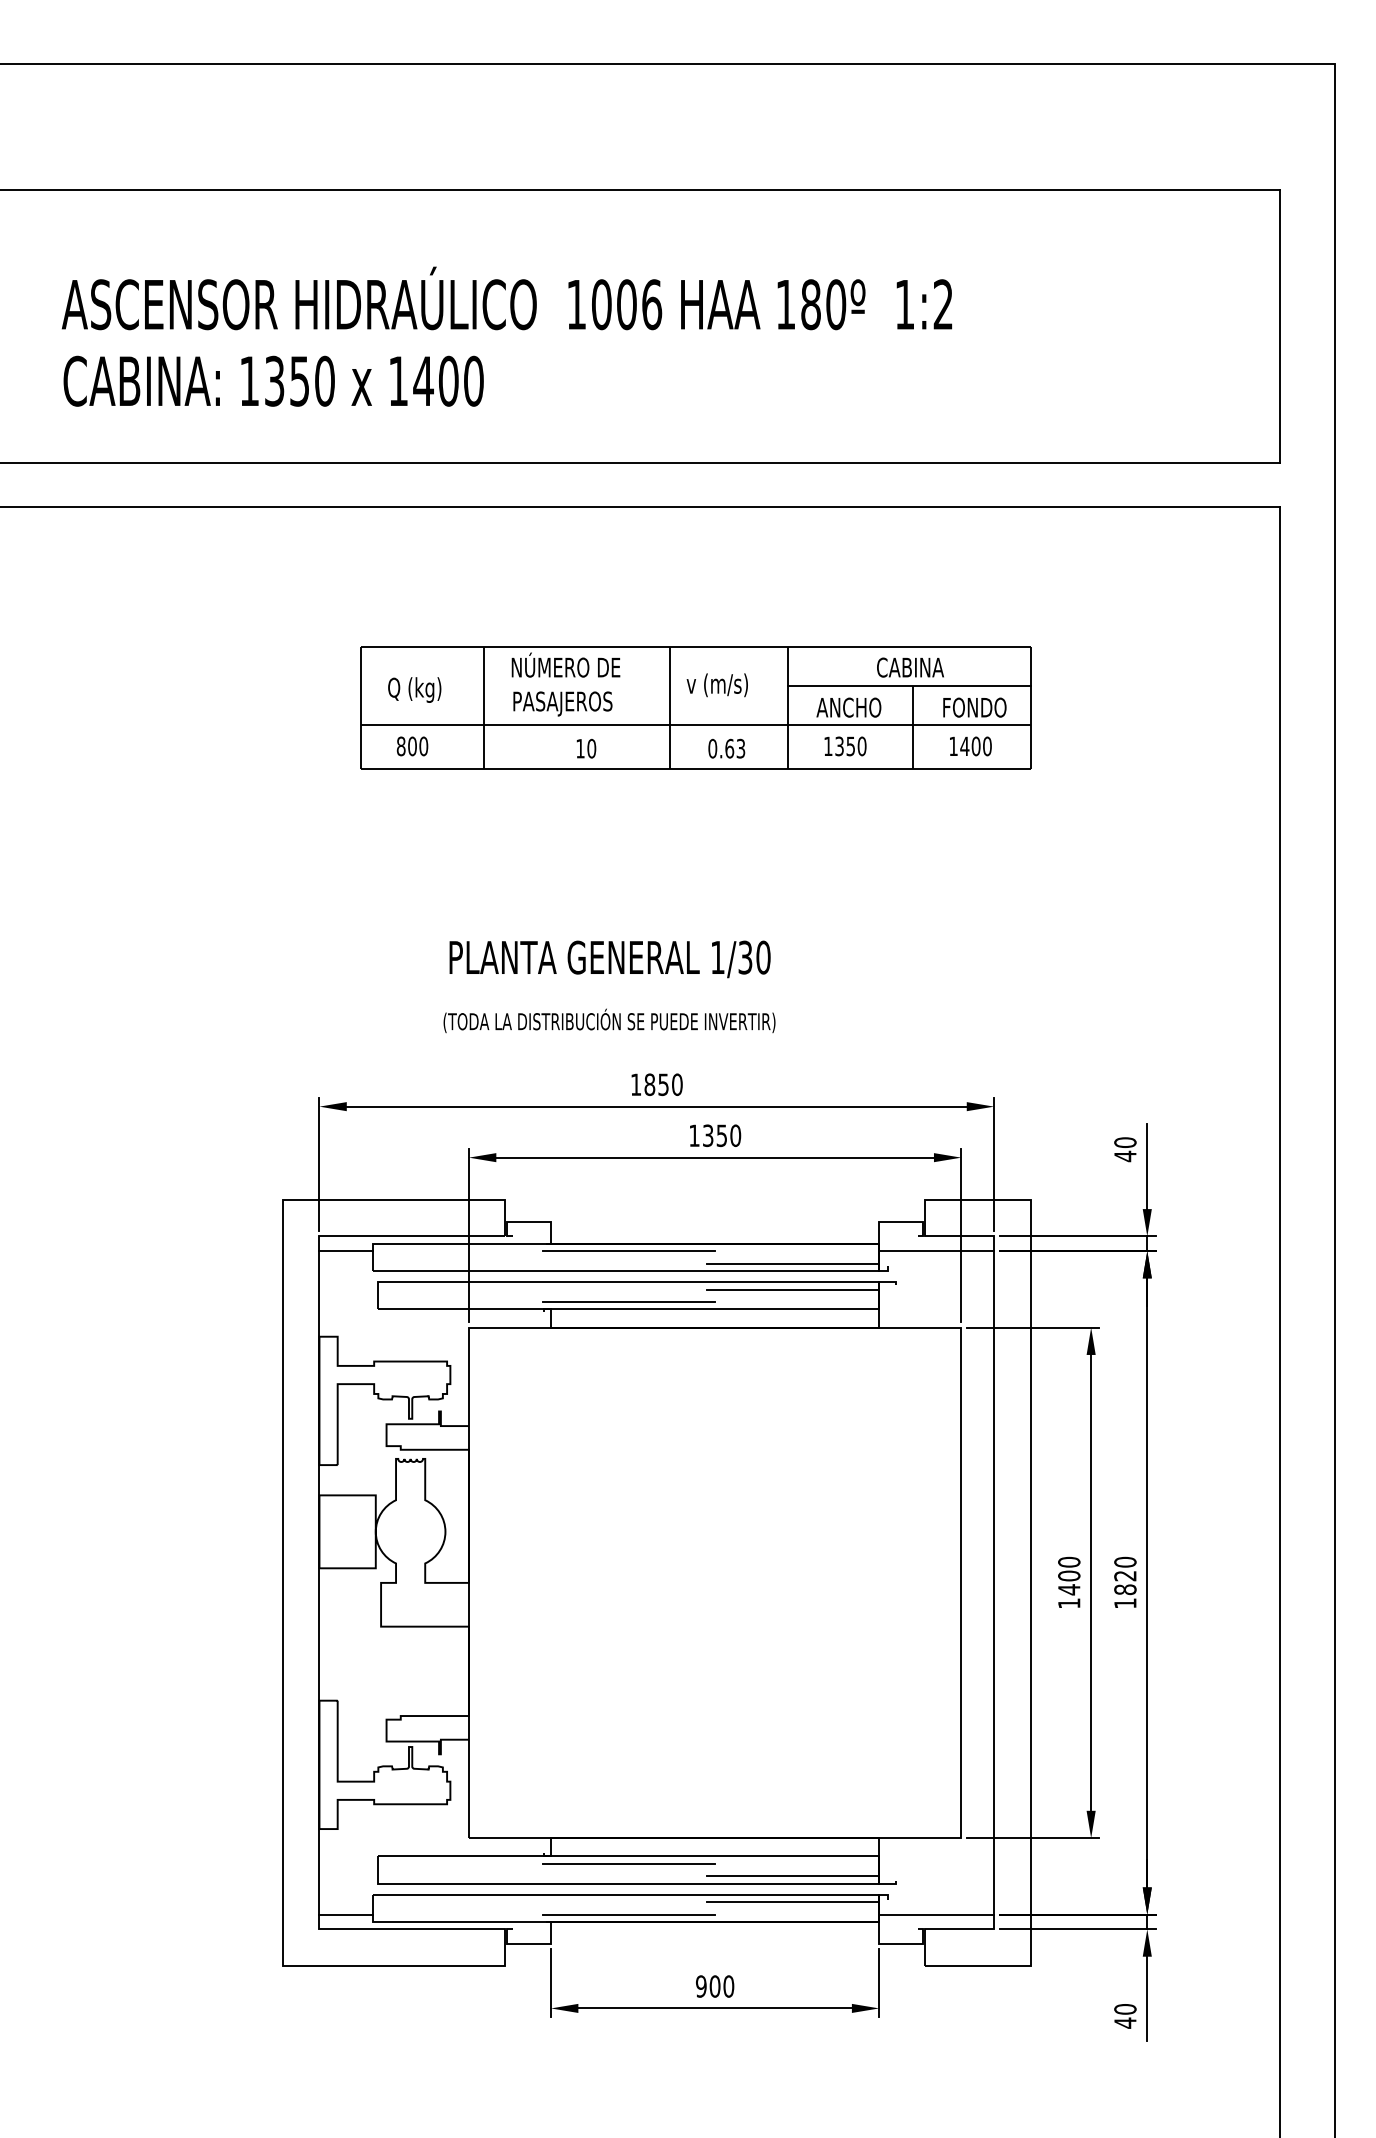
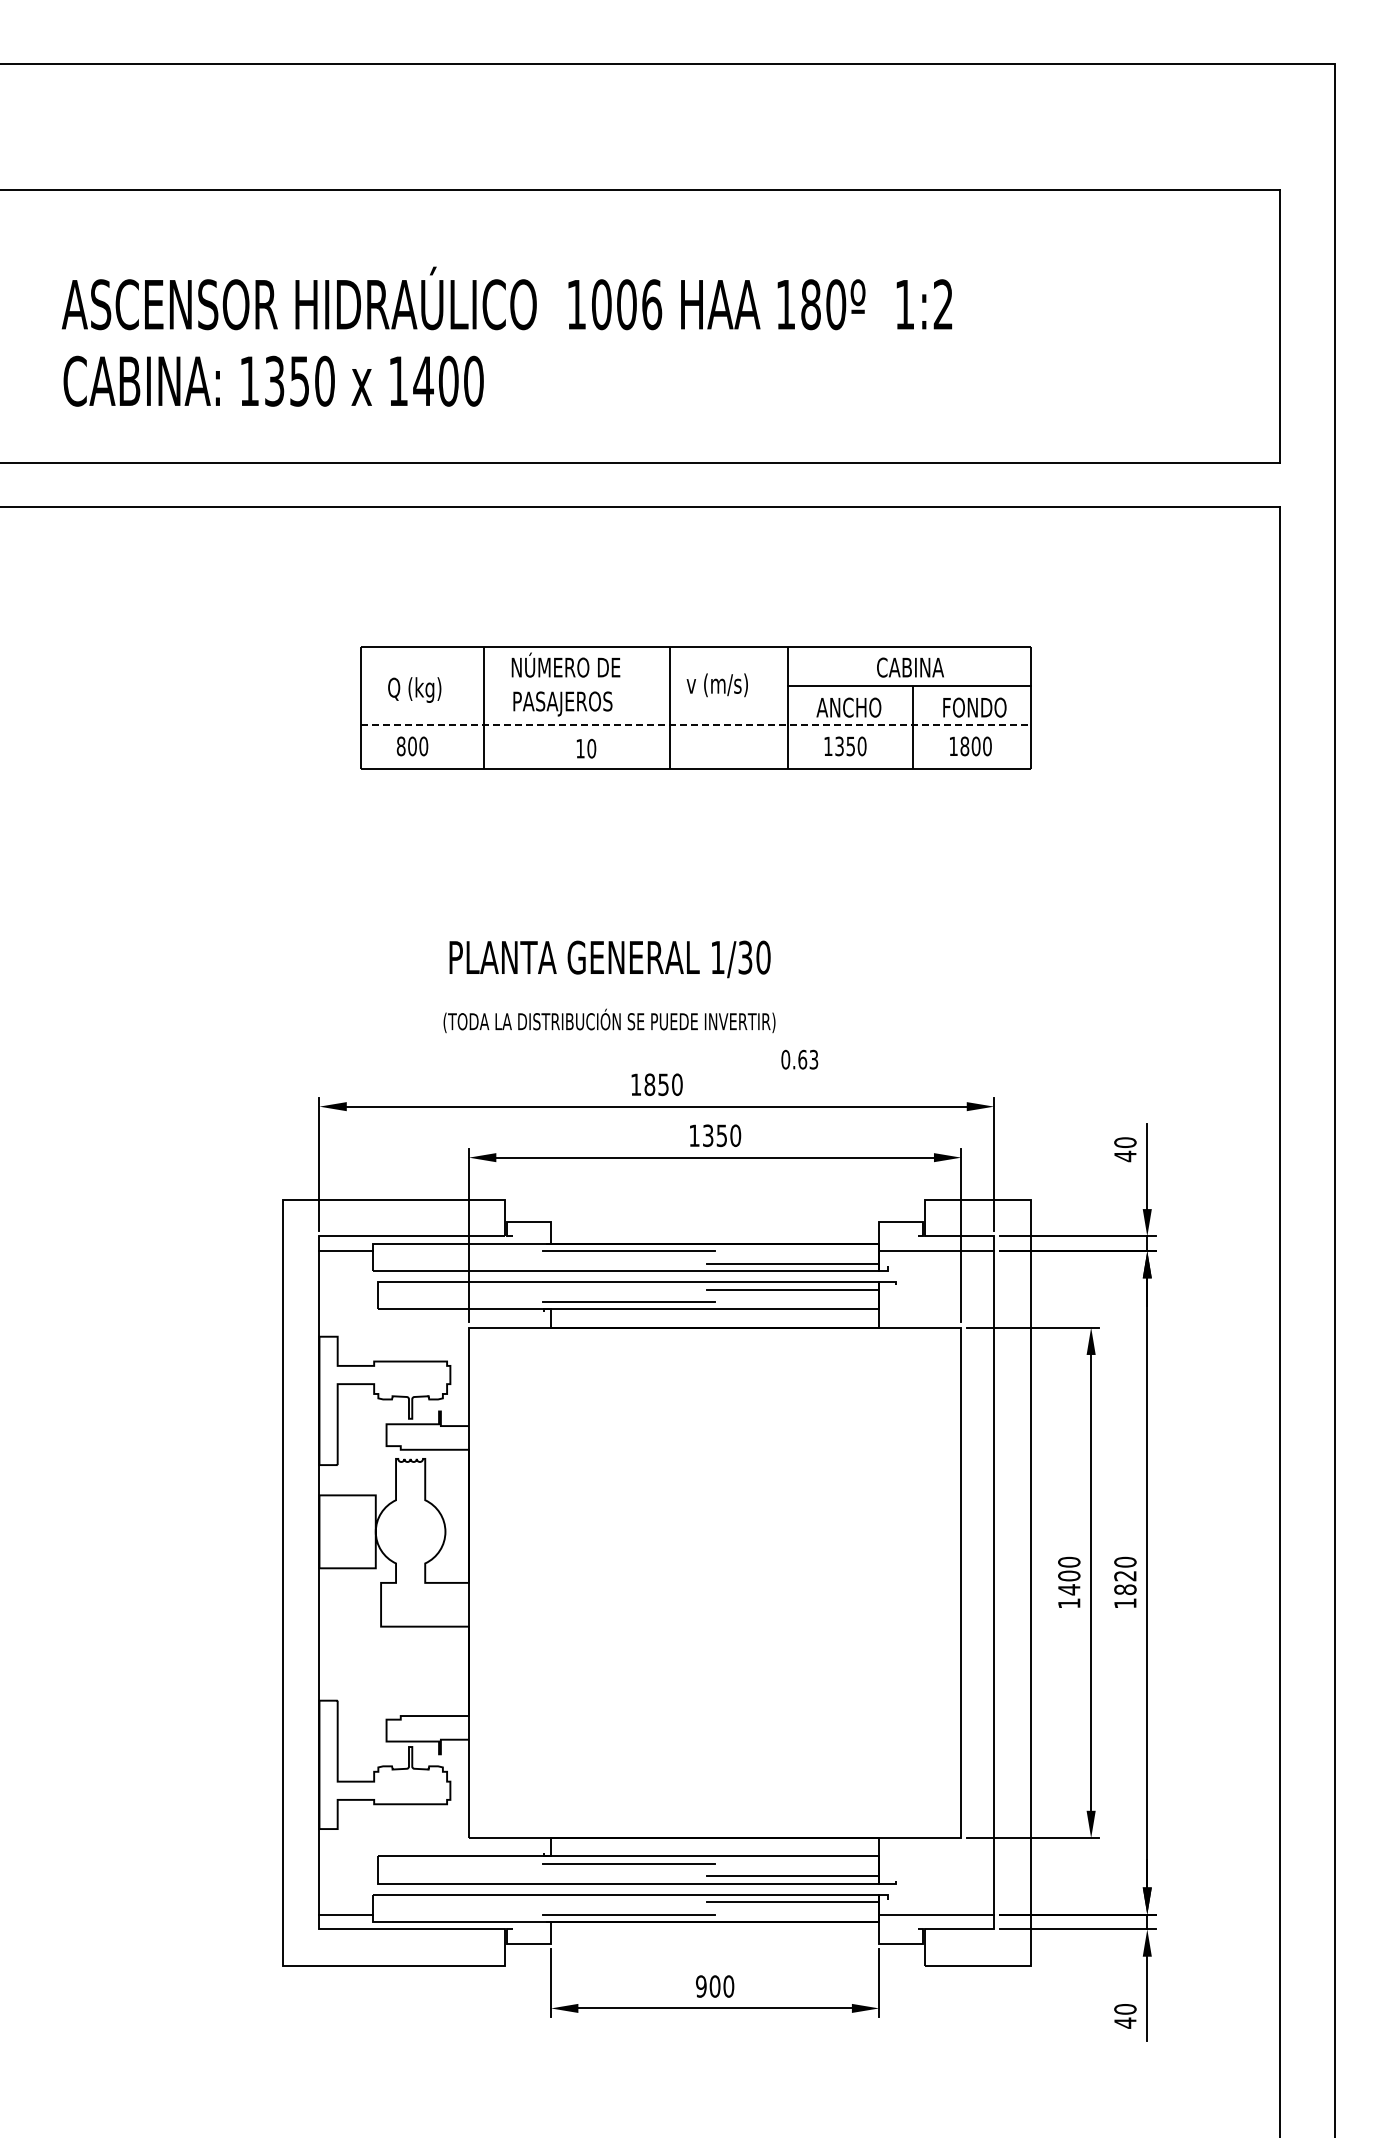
line at (696, 725): solid -> dashed
text at (964, 746): 1400 -> 1800
text at (726, 748) position: (726, 748) -> (799, 1059)
